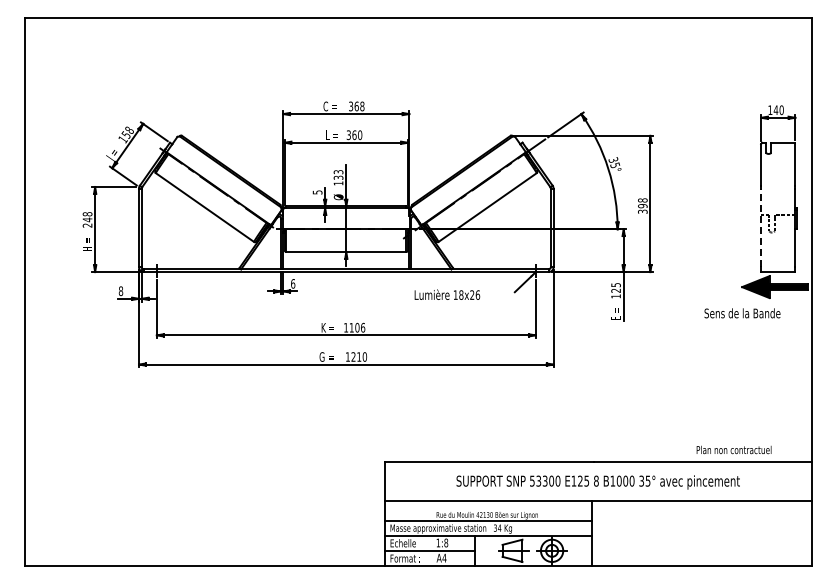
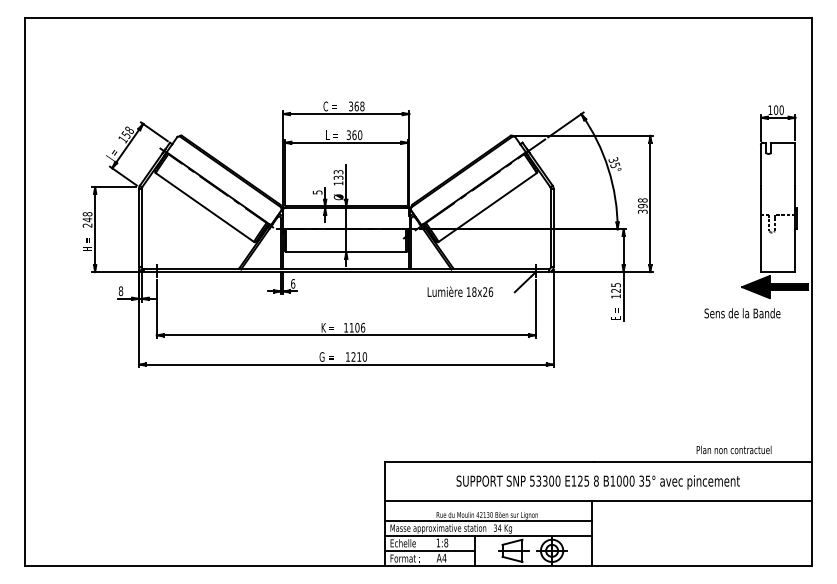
text at (775, 110): 140 -> 100
line at (761, 227): dashed -> solid
text at (447, 294) position: (447, 294) -> (460, 291)
